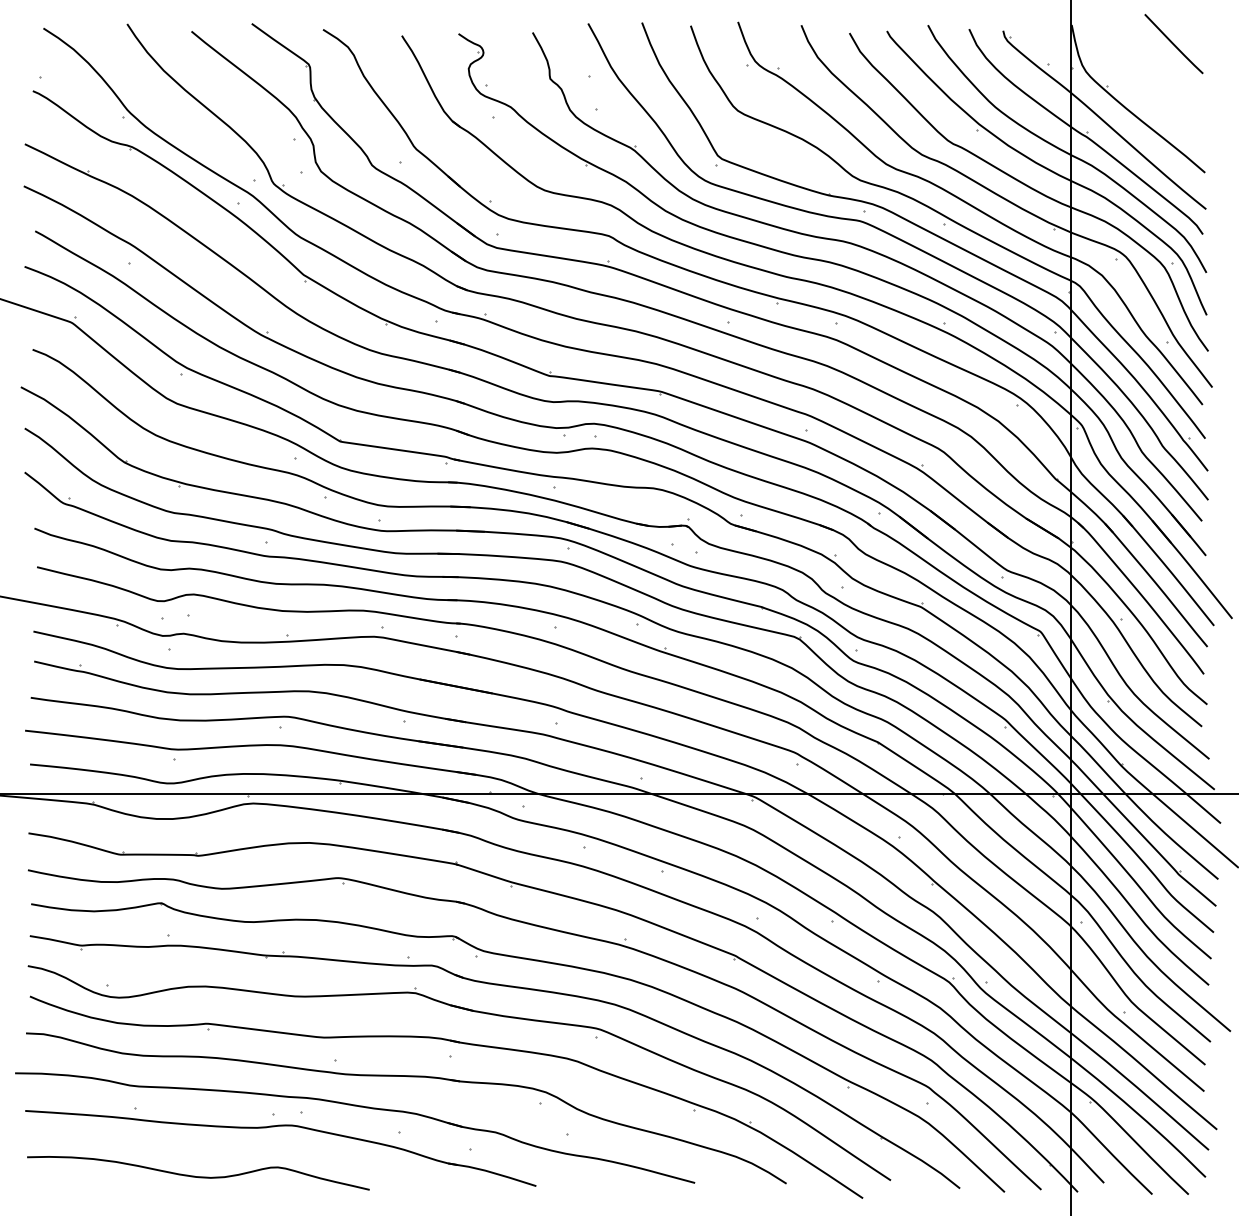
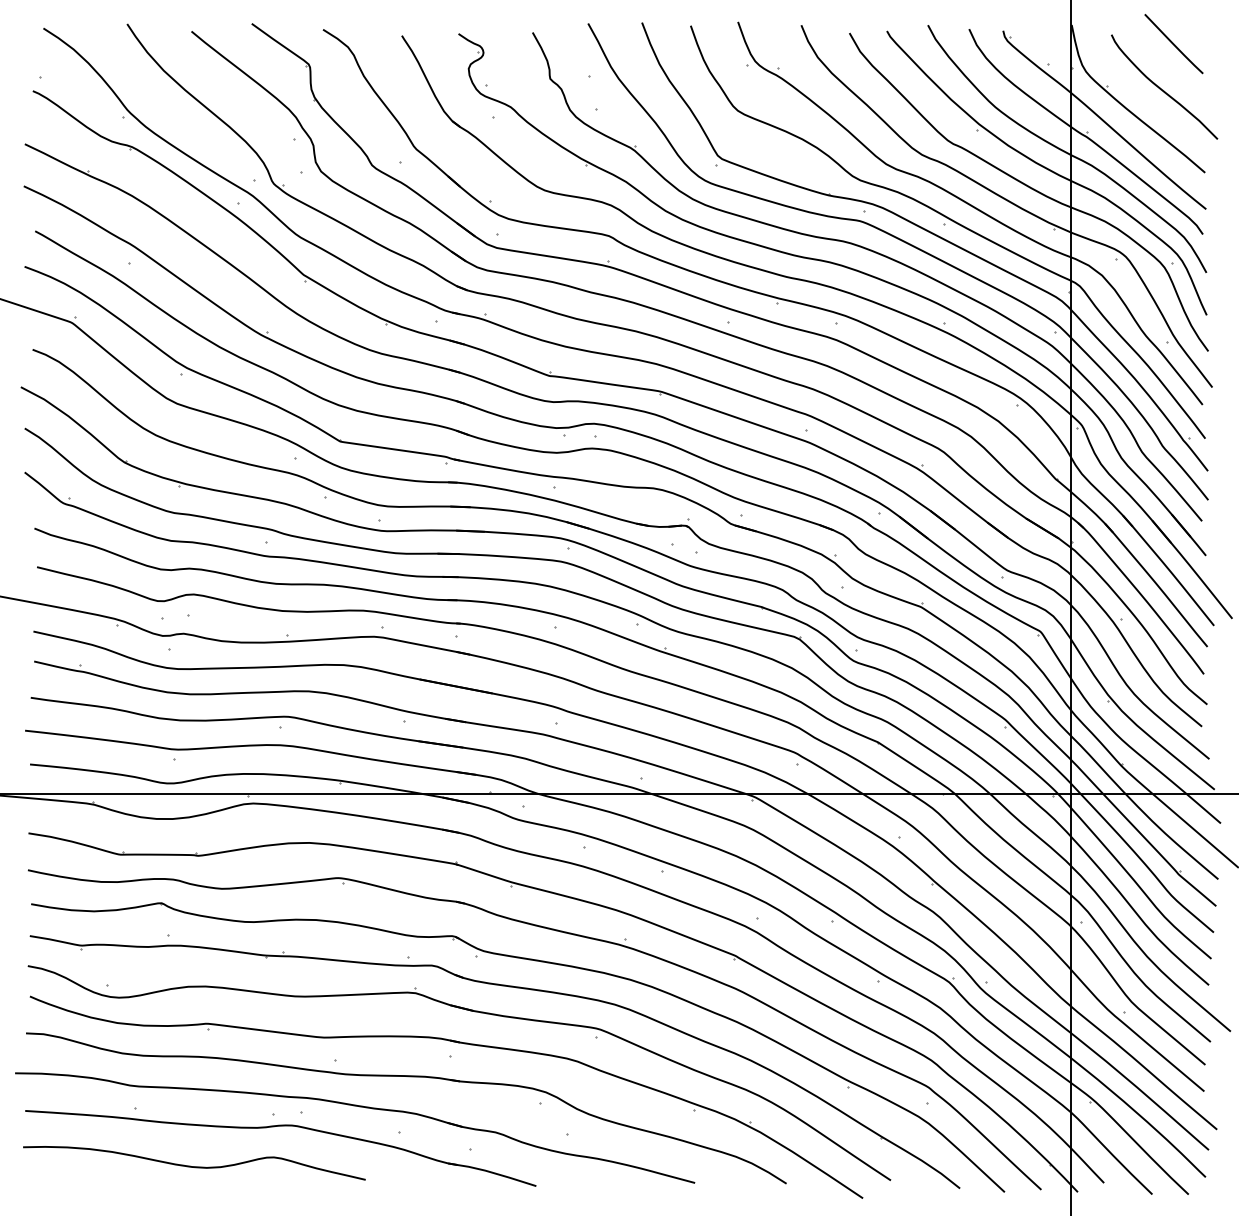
curve at (1161, 88): none -> present
curve at (198, 1176) position: (198, 1176) -> (194, 1166)
